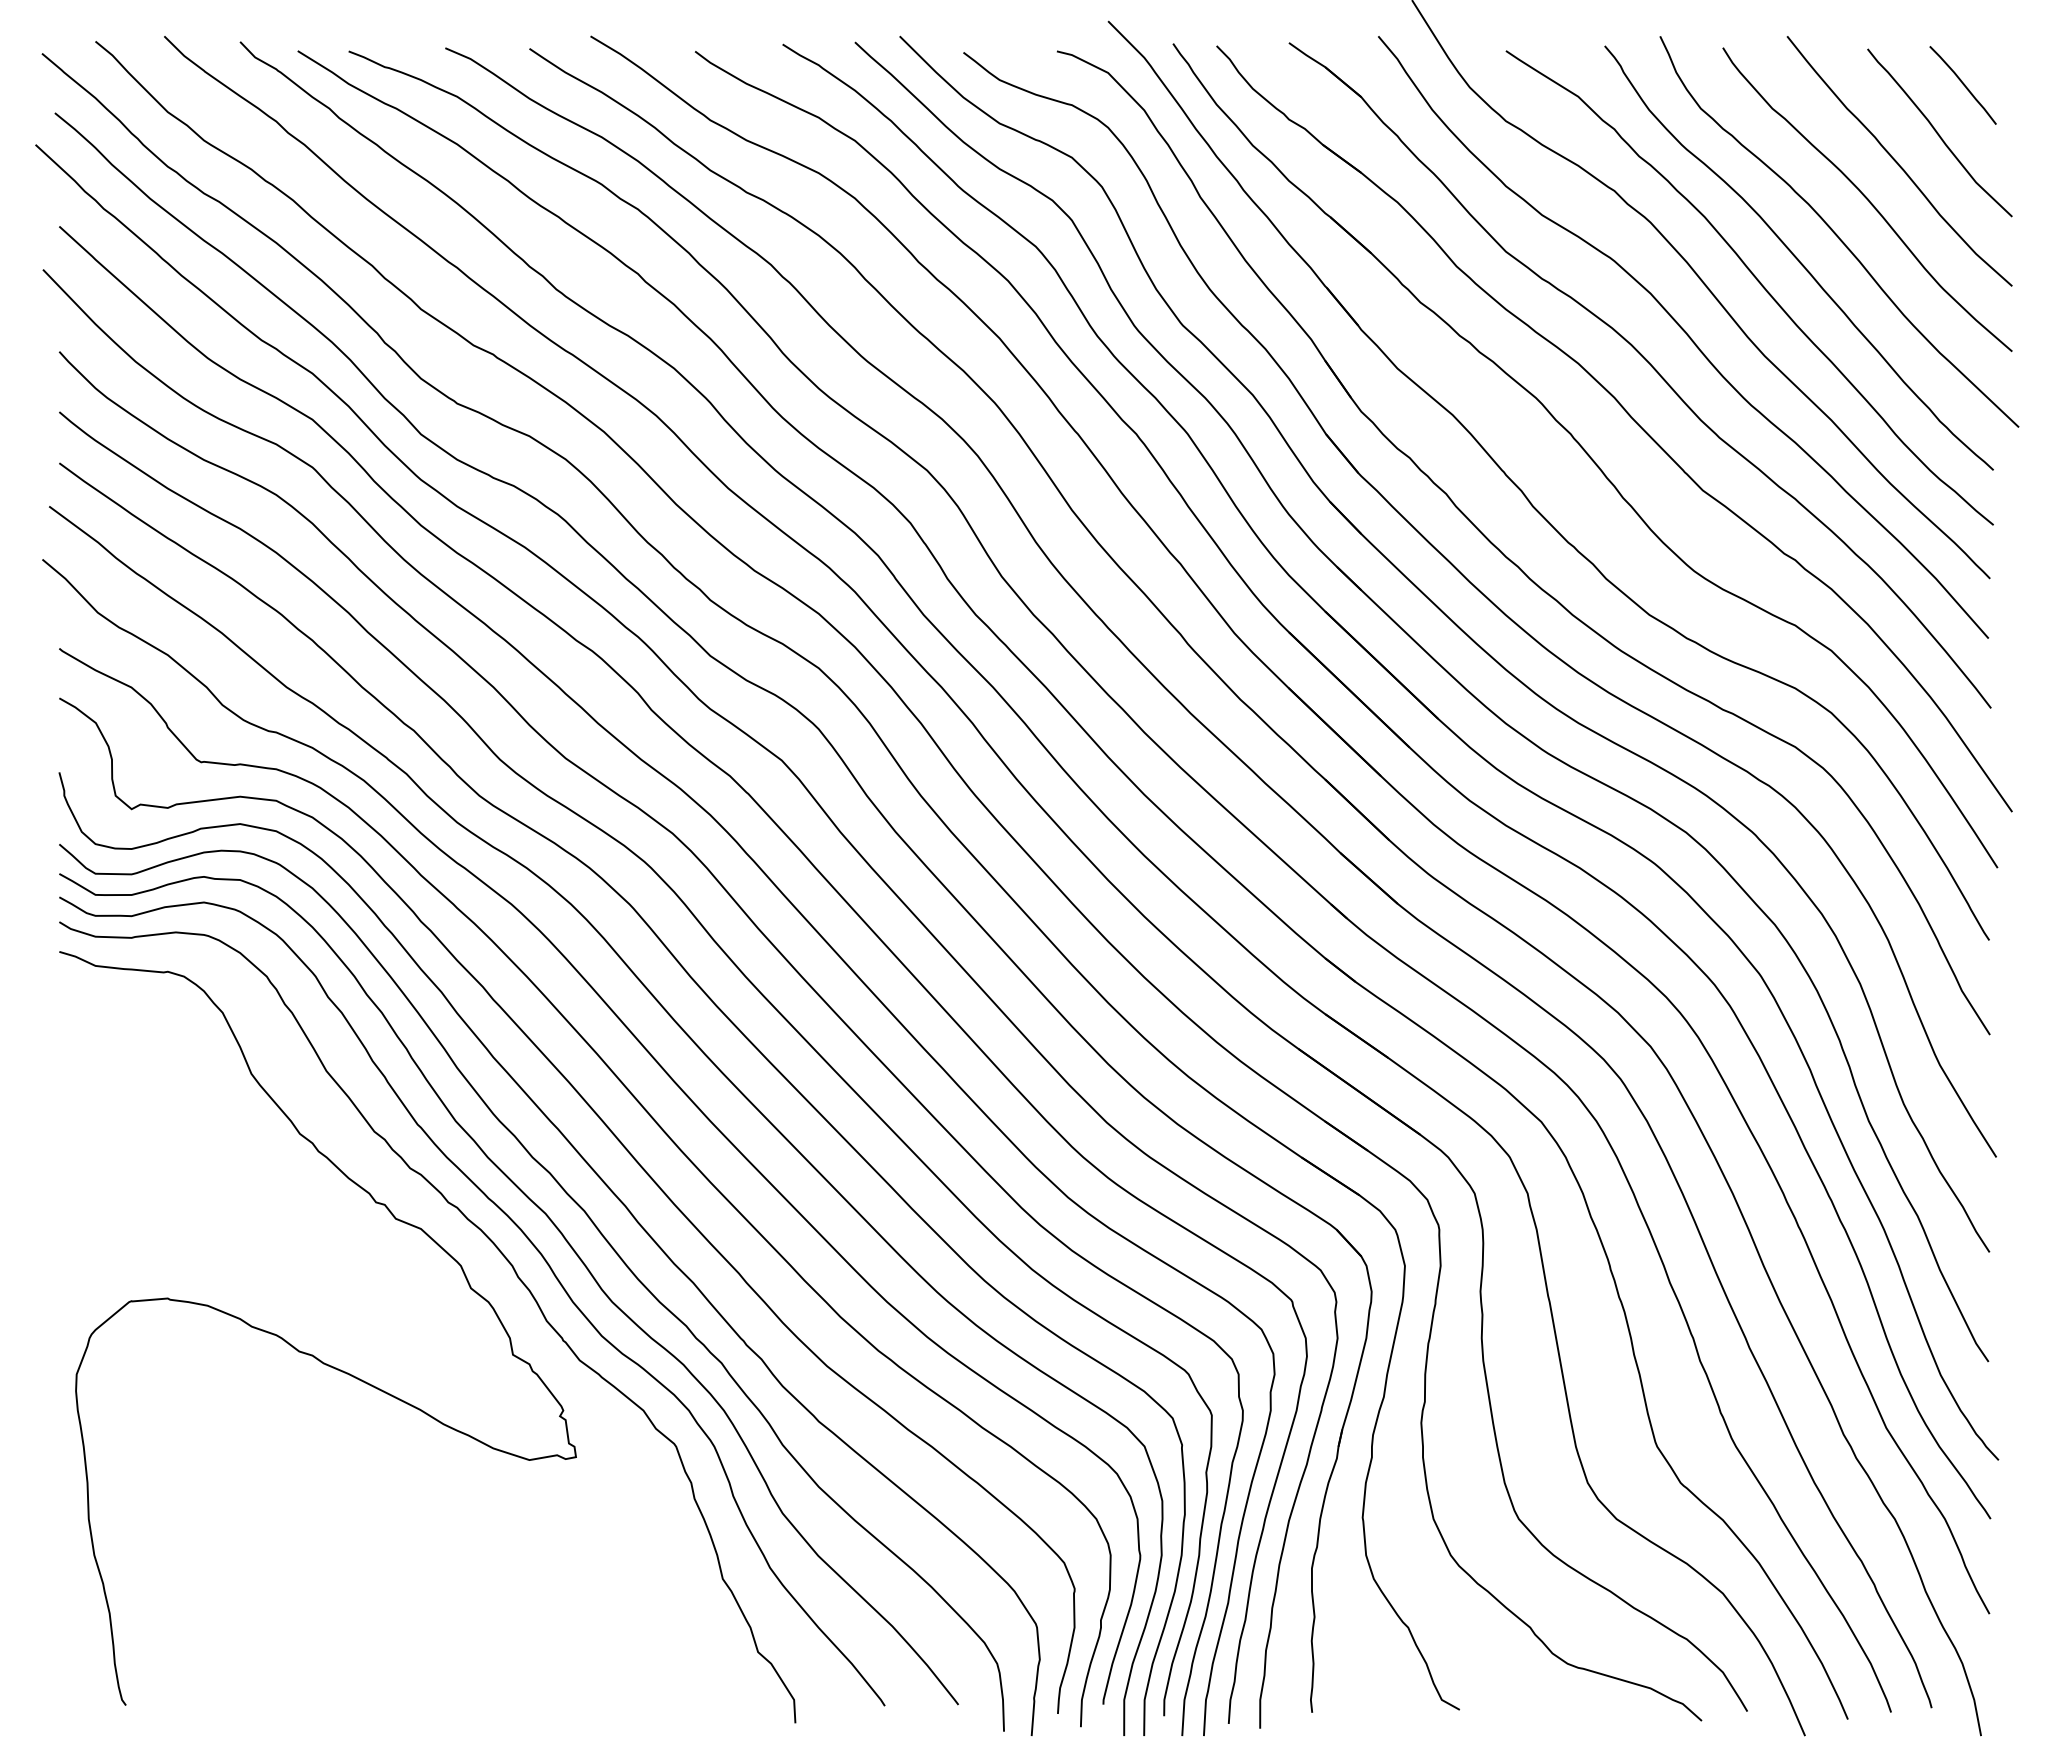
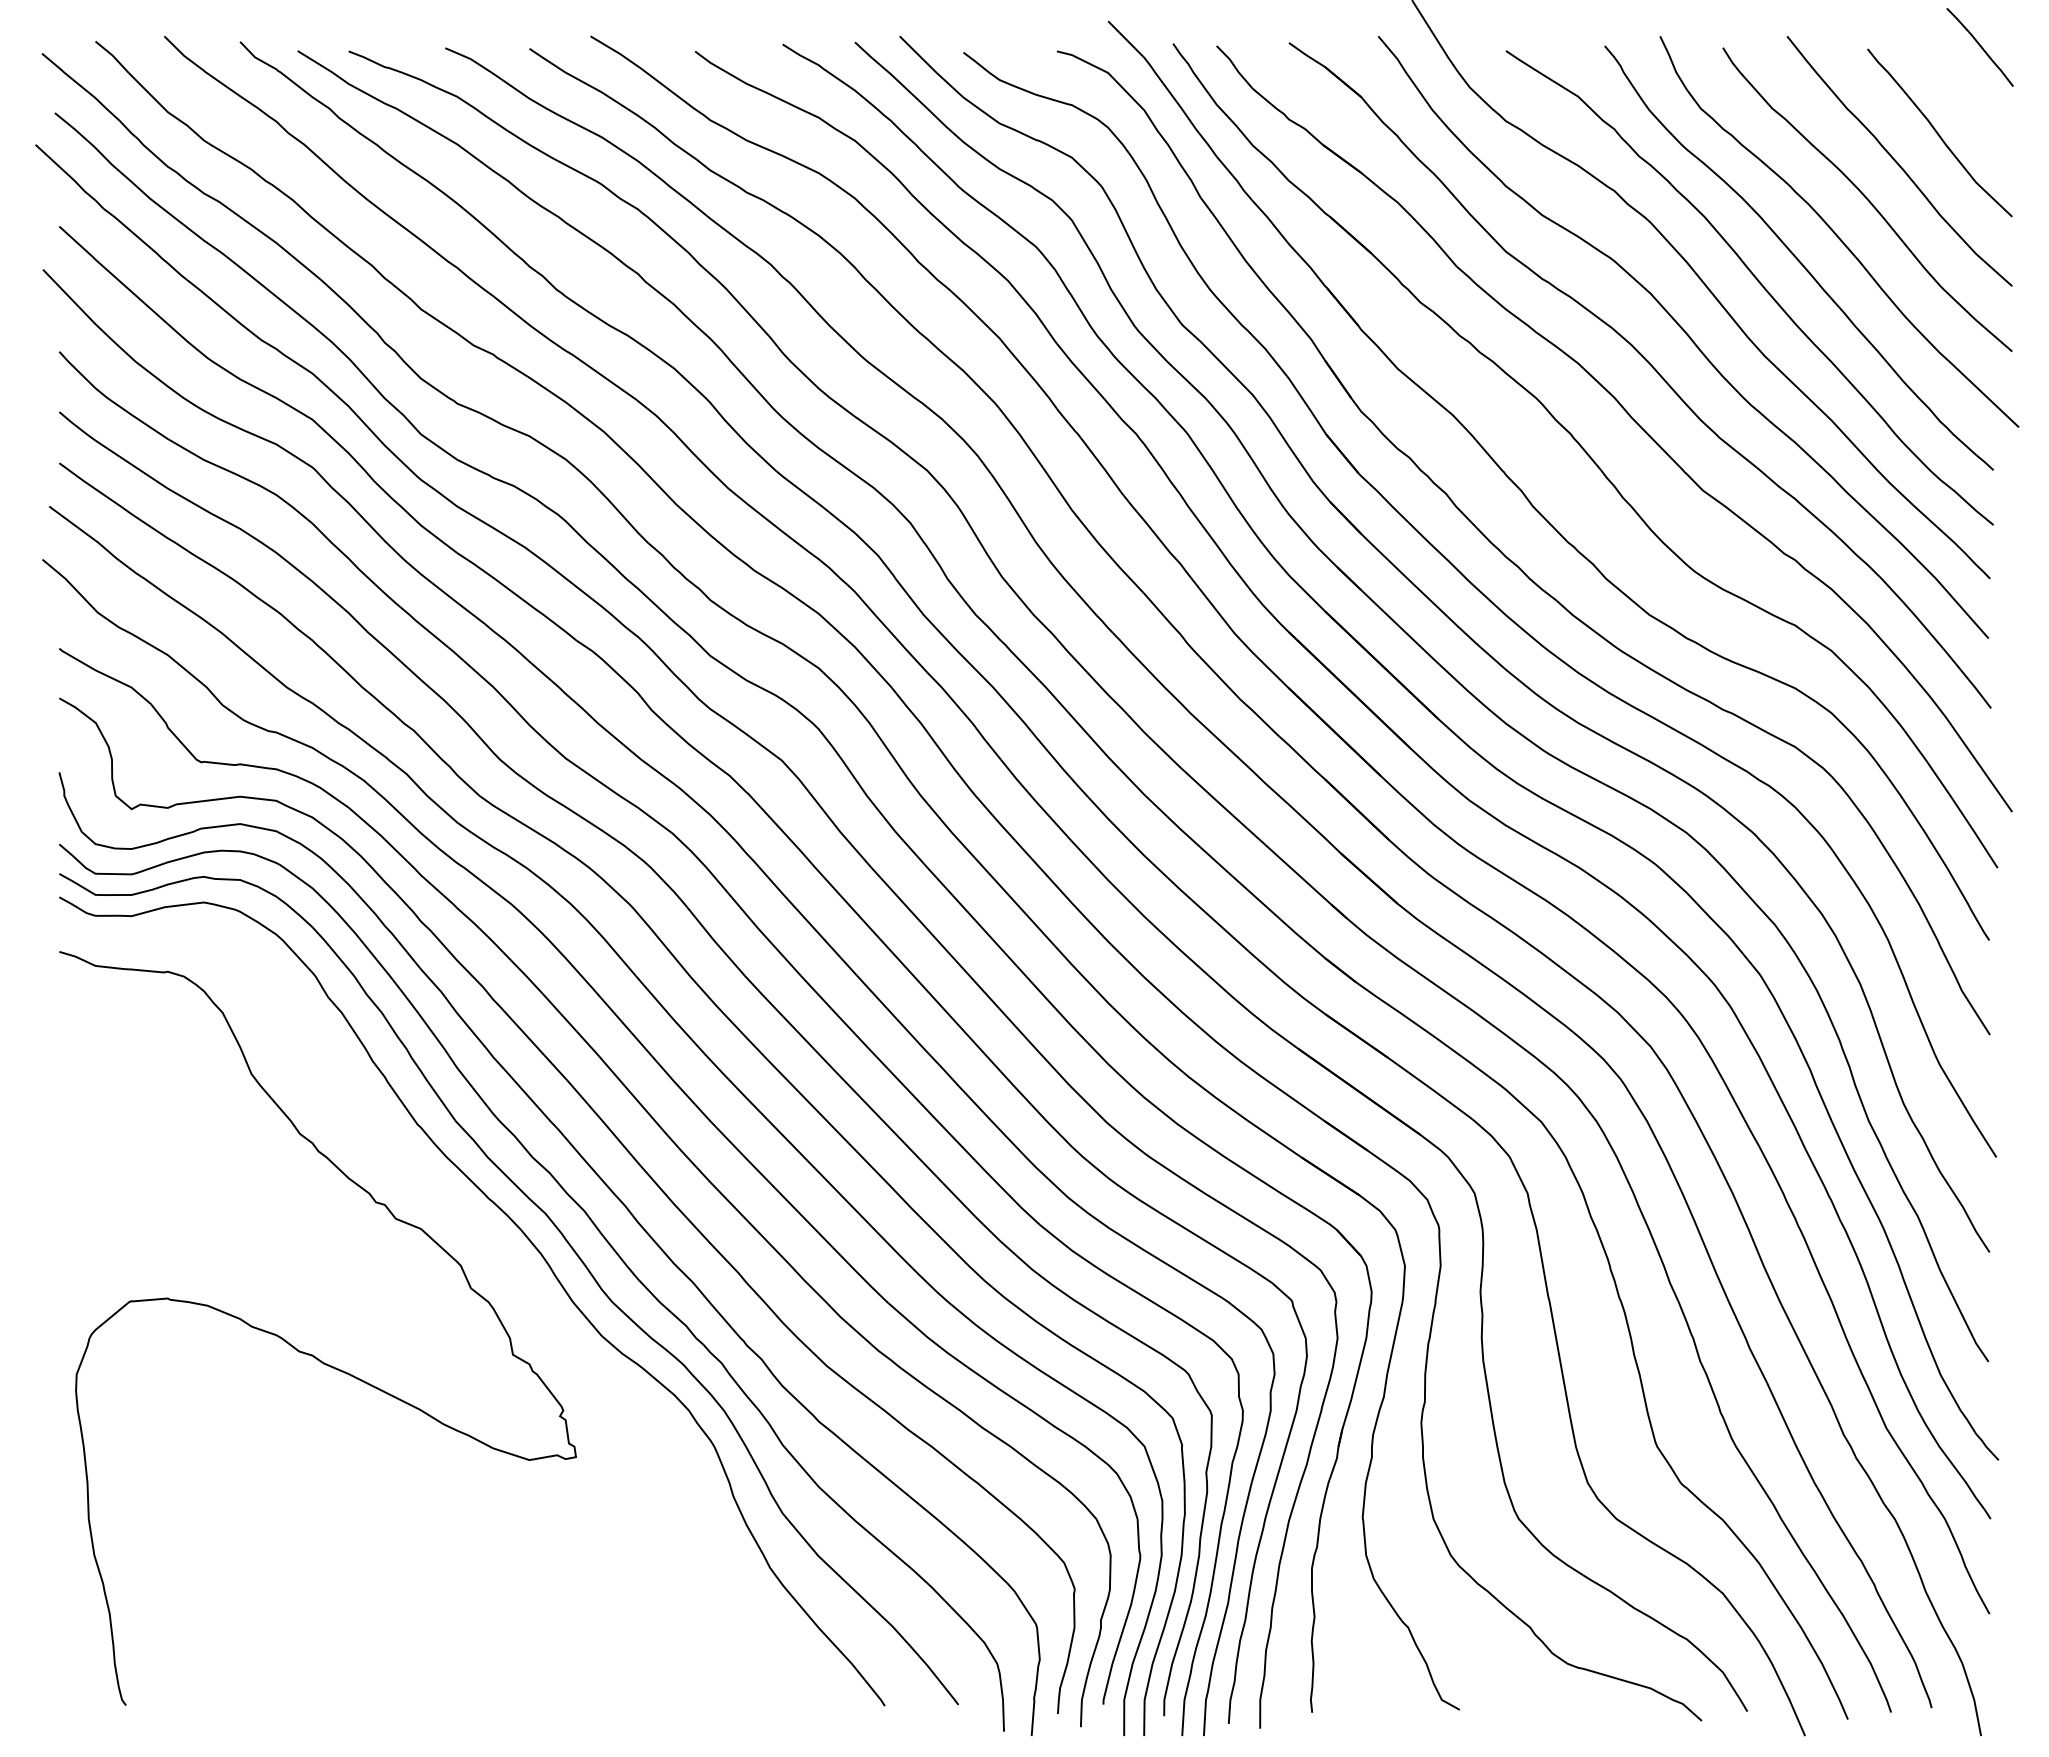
curve at (1962, 84) position: (1962, 84) -> (1979, 46)
curve at (516, 1276): present -> none
